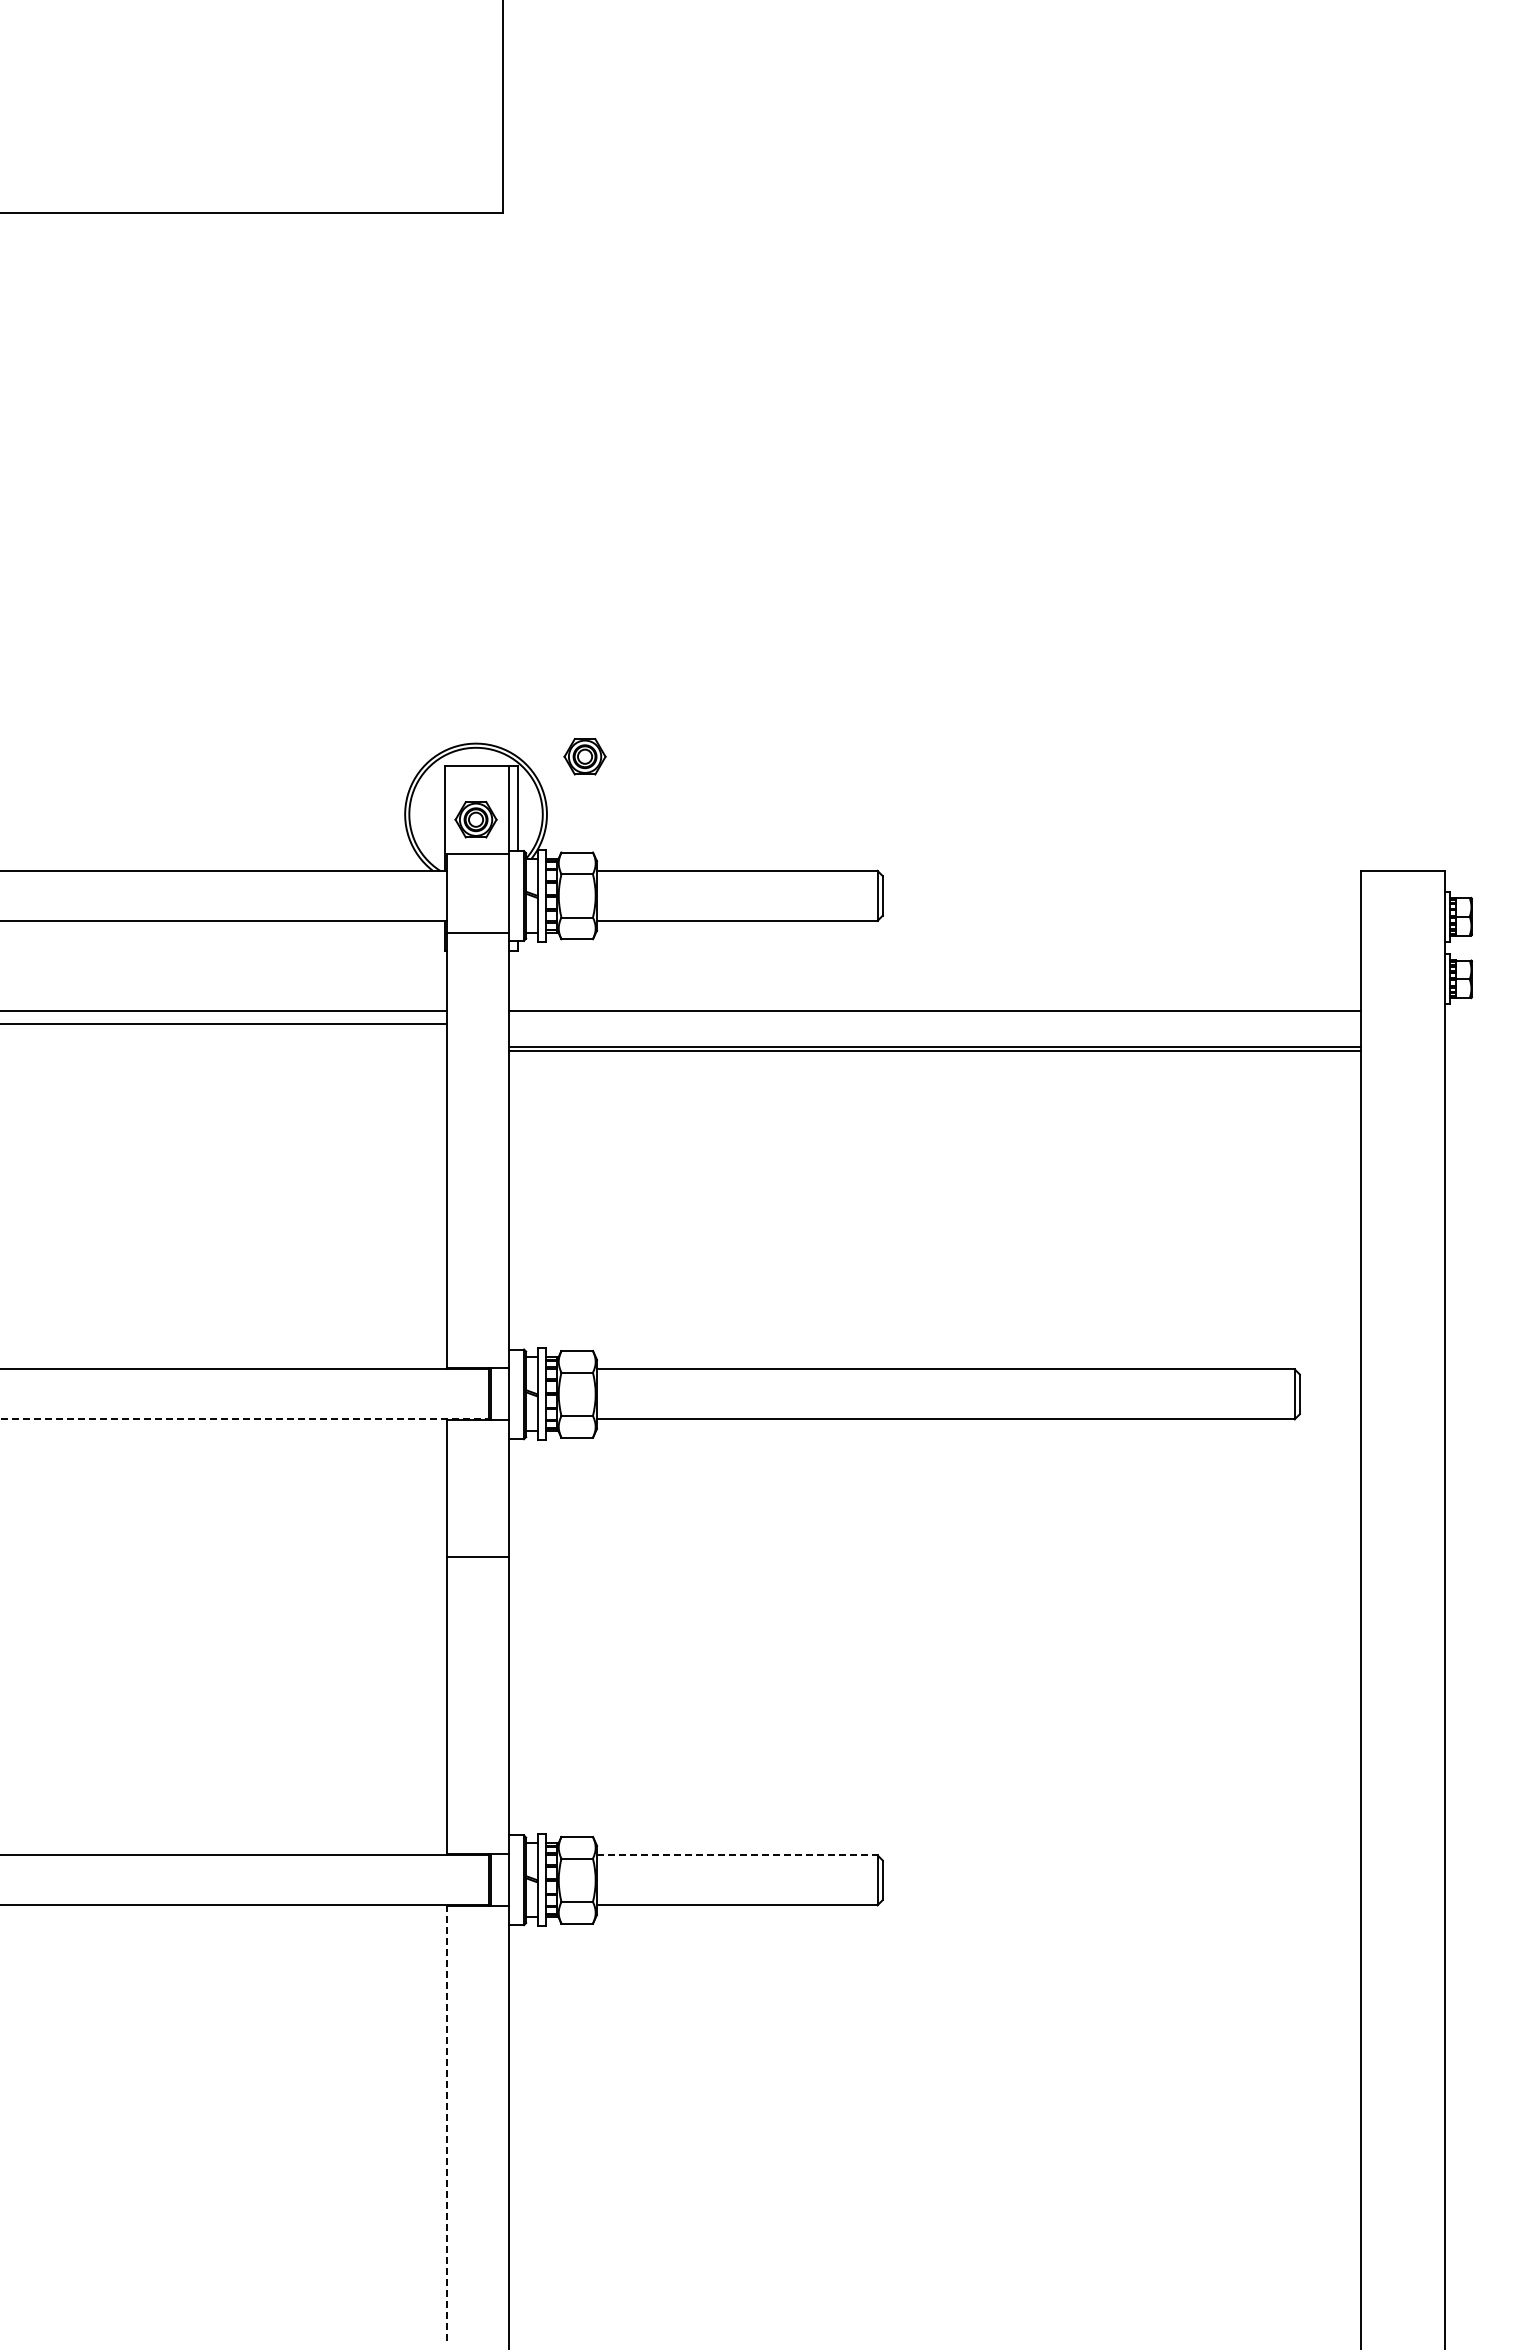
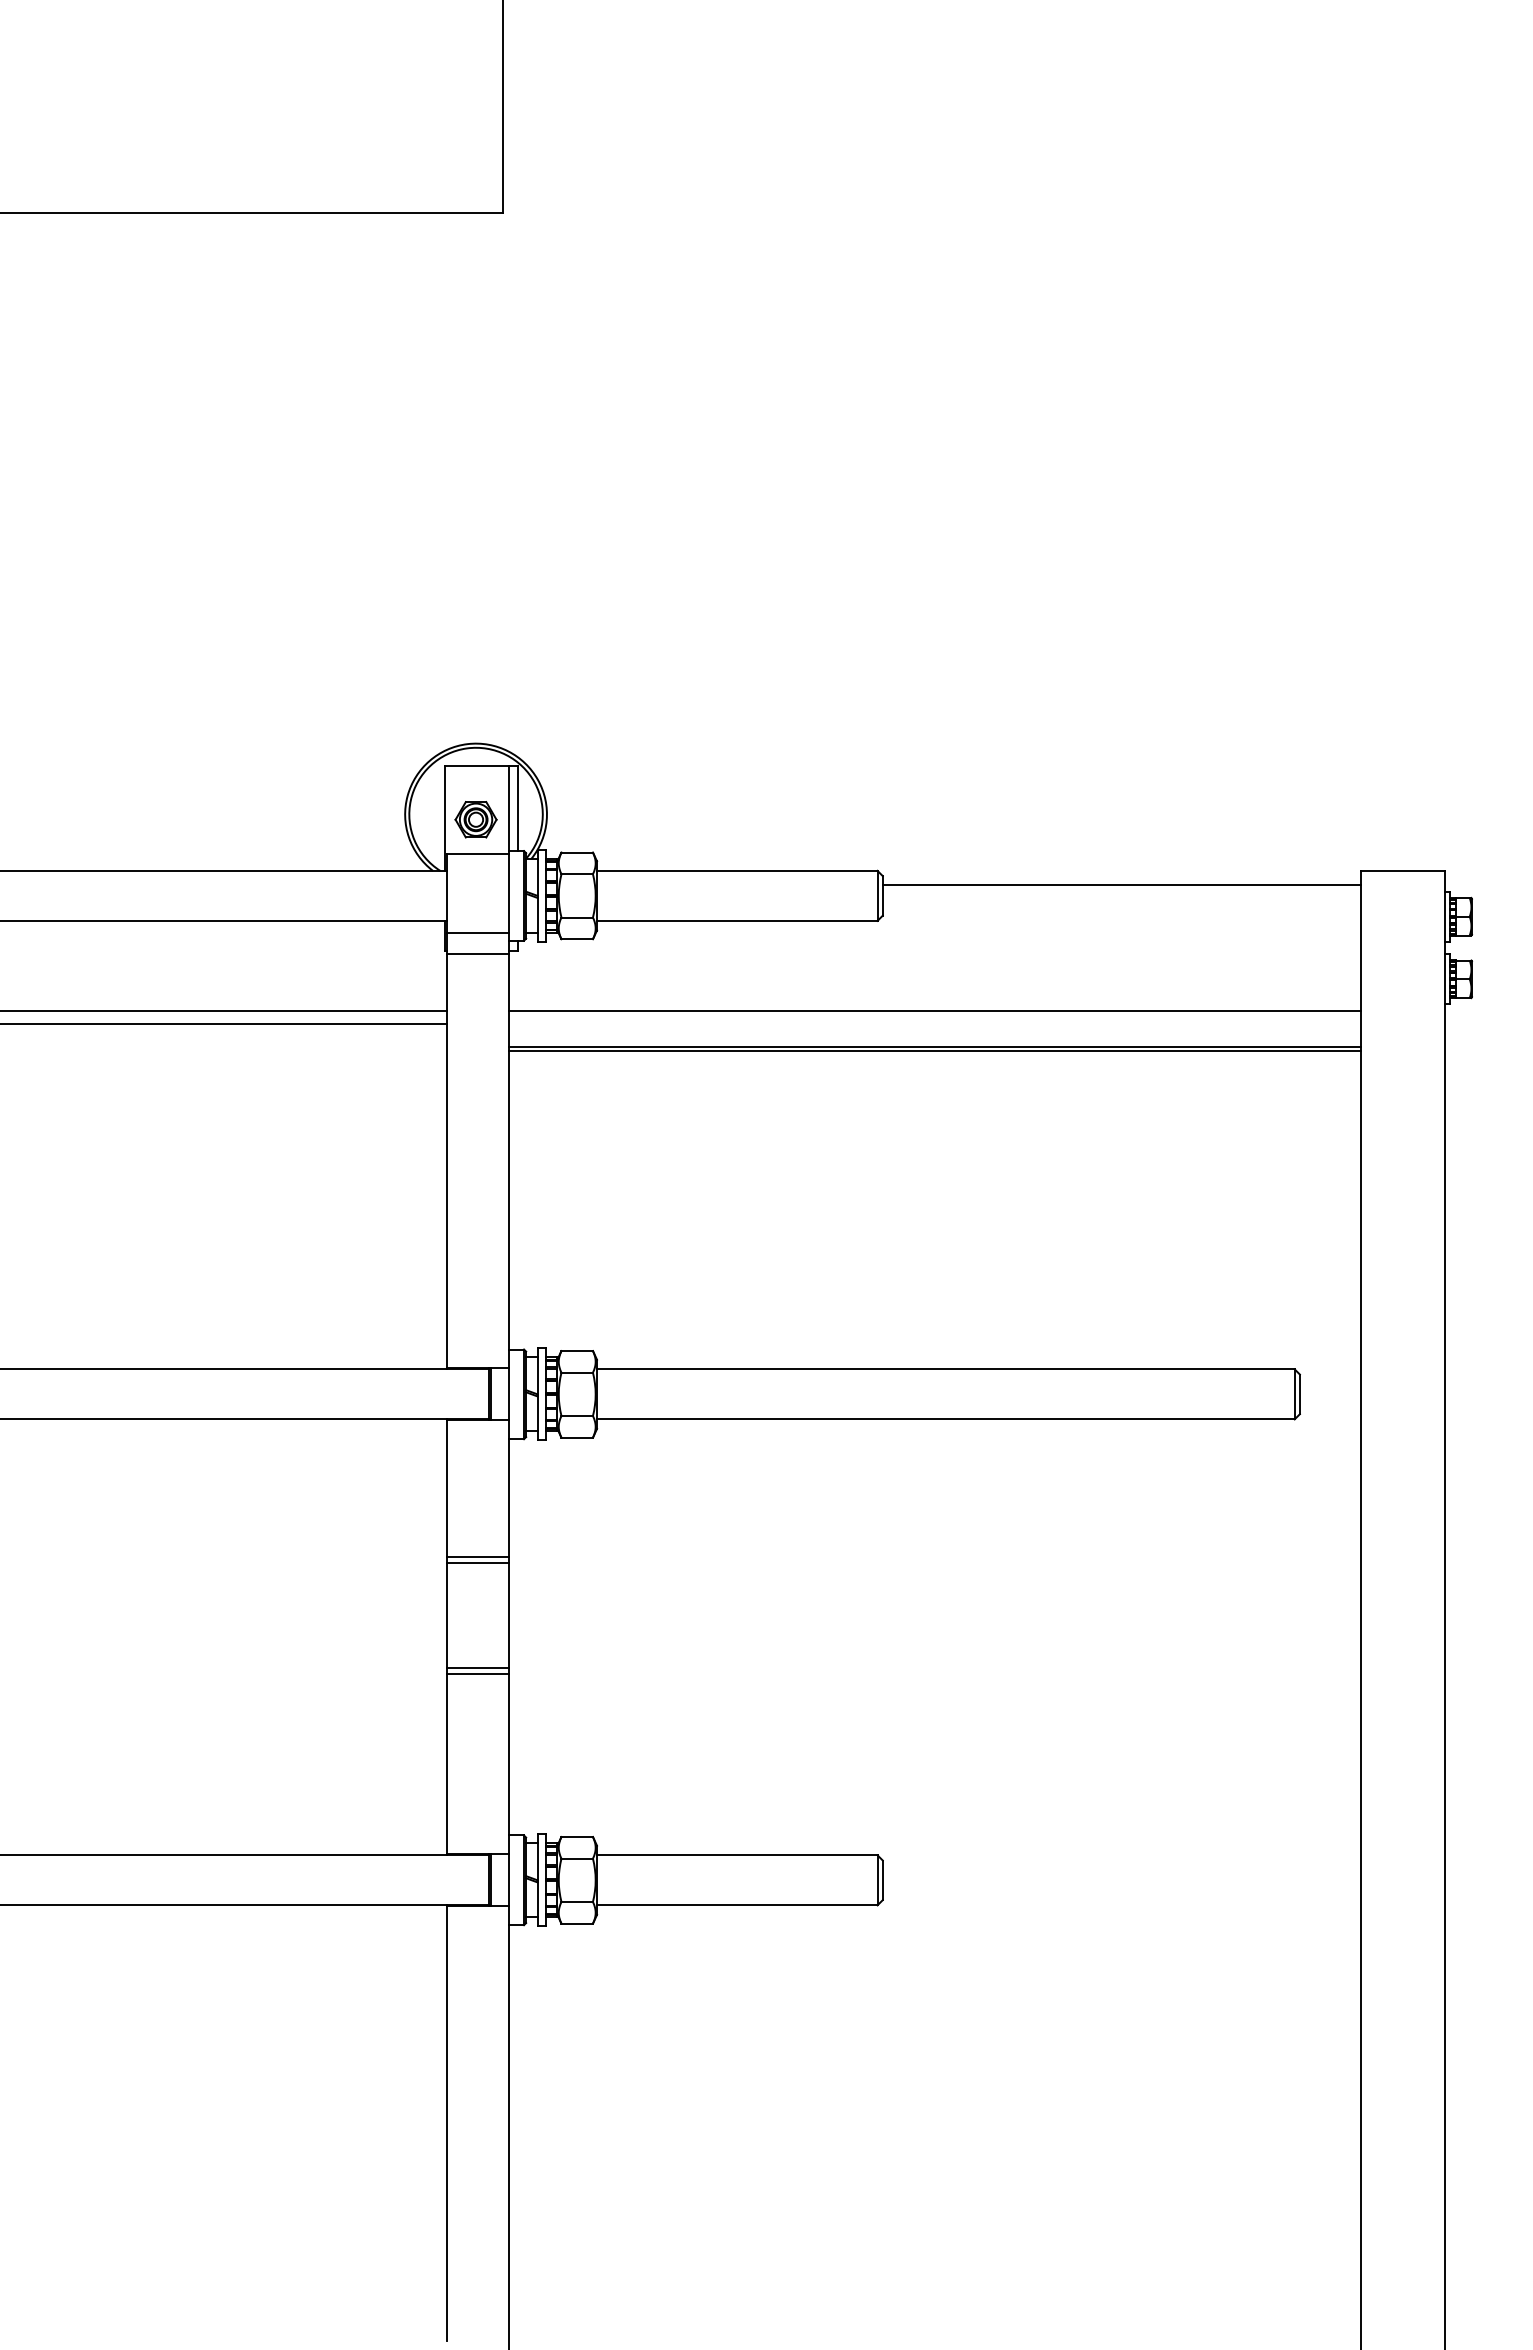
part at (584, 756): present -> none
line at (1121, 885): none -> present
line at (477, 954): none -> present
line at (244, 1419): dashed -> solid
line at (477, 1563): none -> present
line at (477, 1667): none -> present
line at (477, 1673): none -> present
line at (737, 1855): dashed -> solid
line at (446, 2123): dashed -> solid
